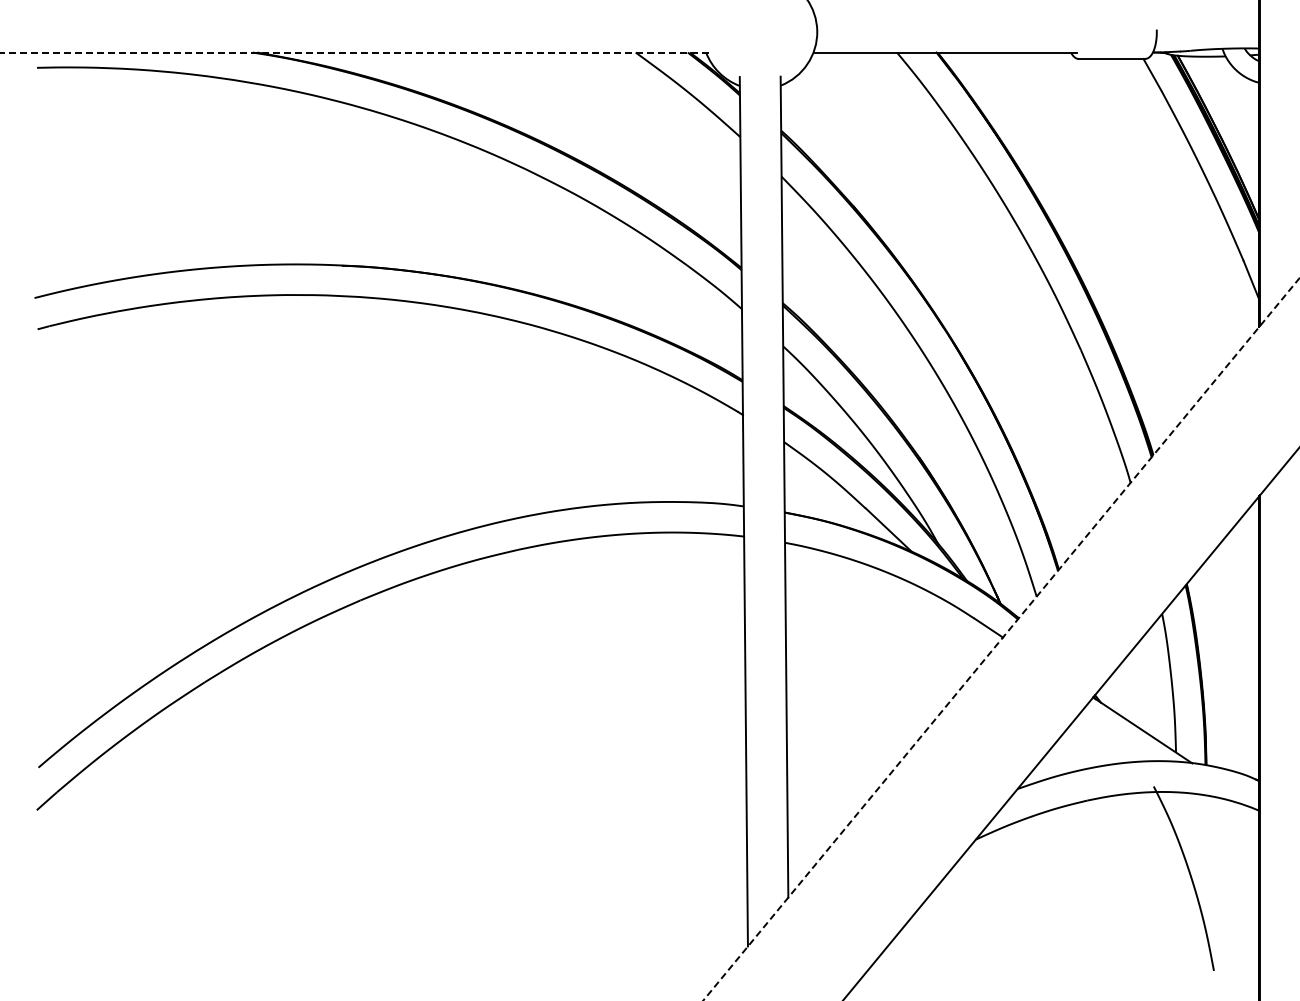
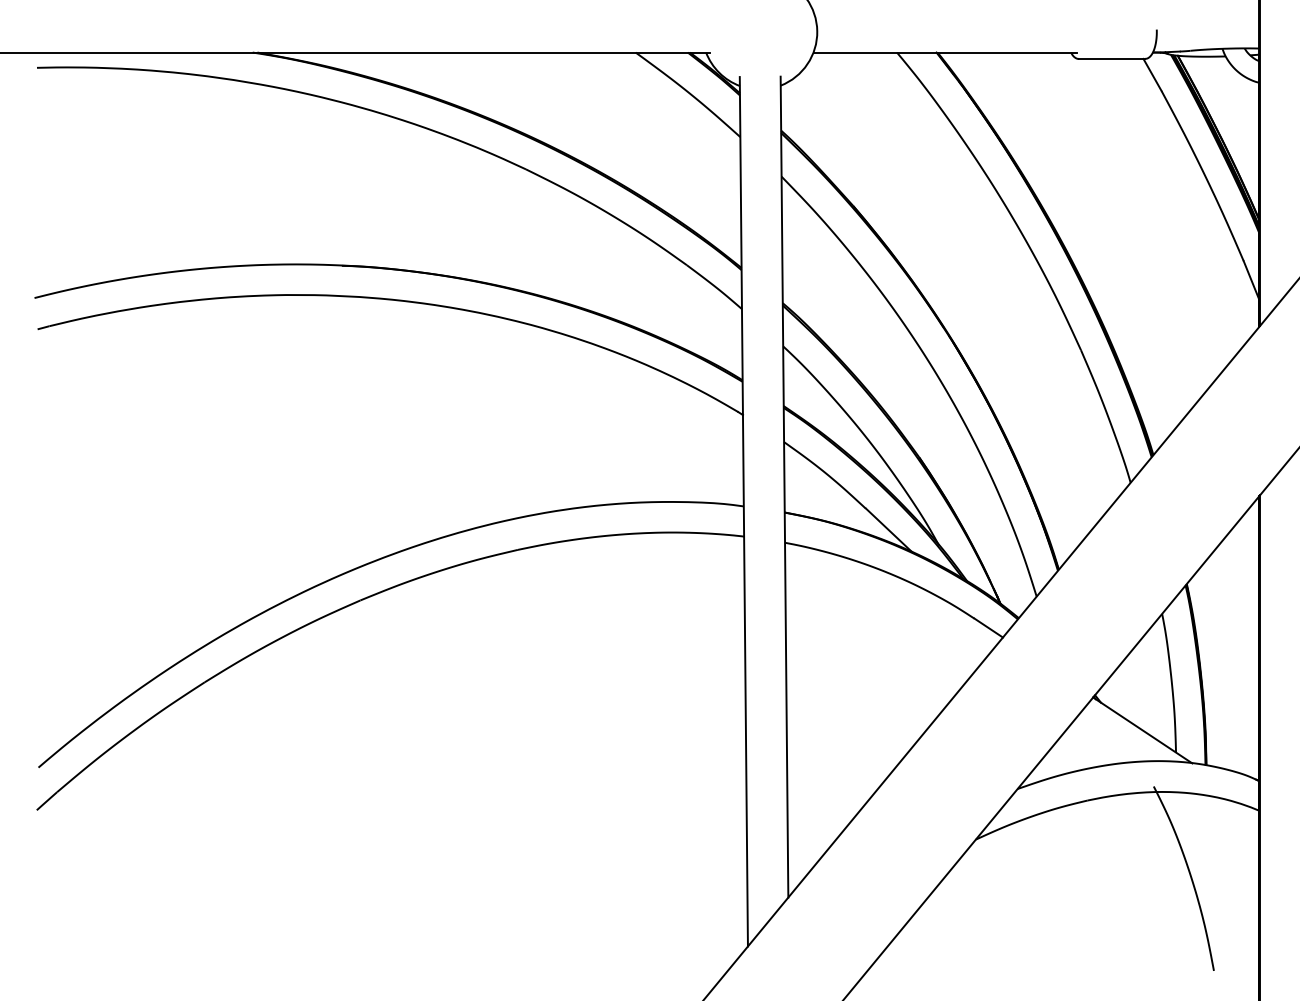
line at (355, 52): dashed -> solid
line at (1001, 639): dashed -> solid
